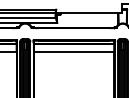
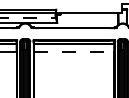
line at (28, 17): solid -> dashed
line at (74, 52): solid -> dashed
